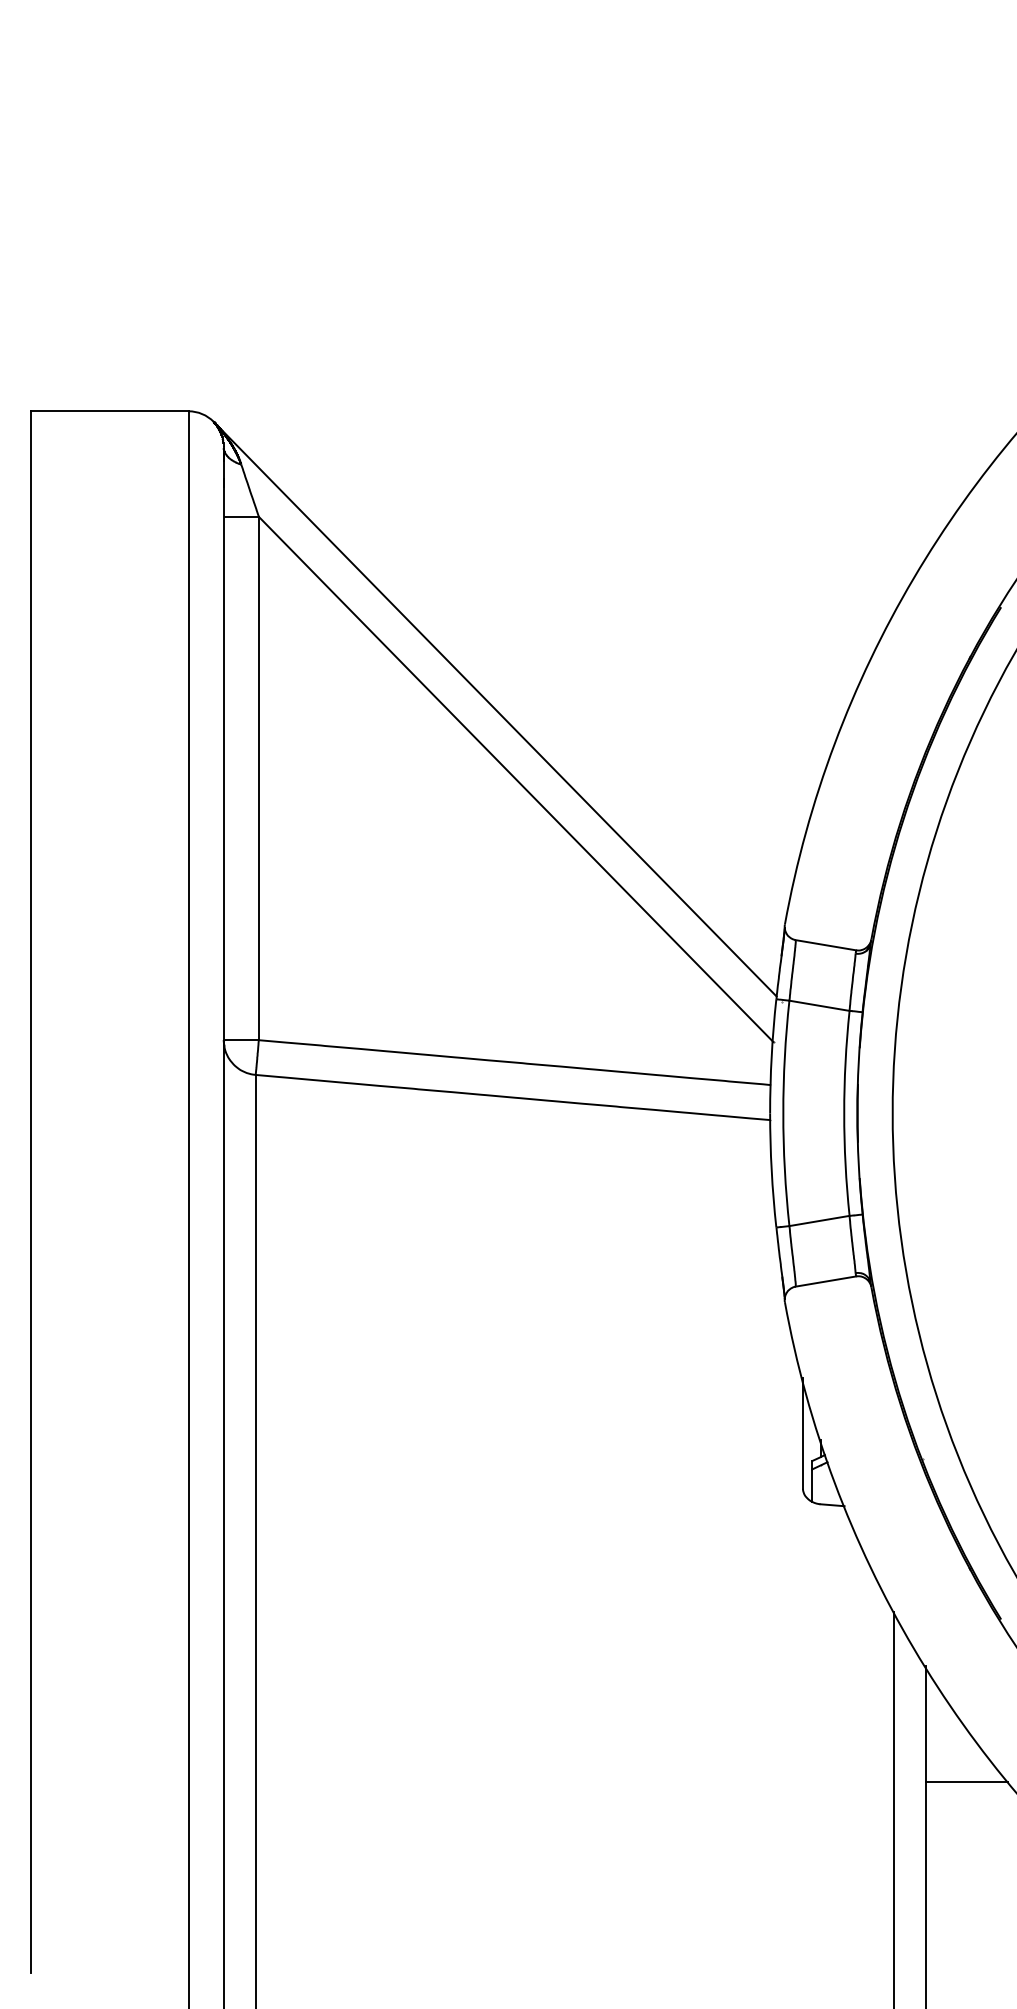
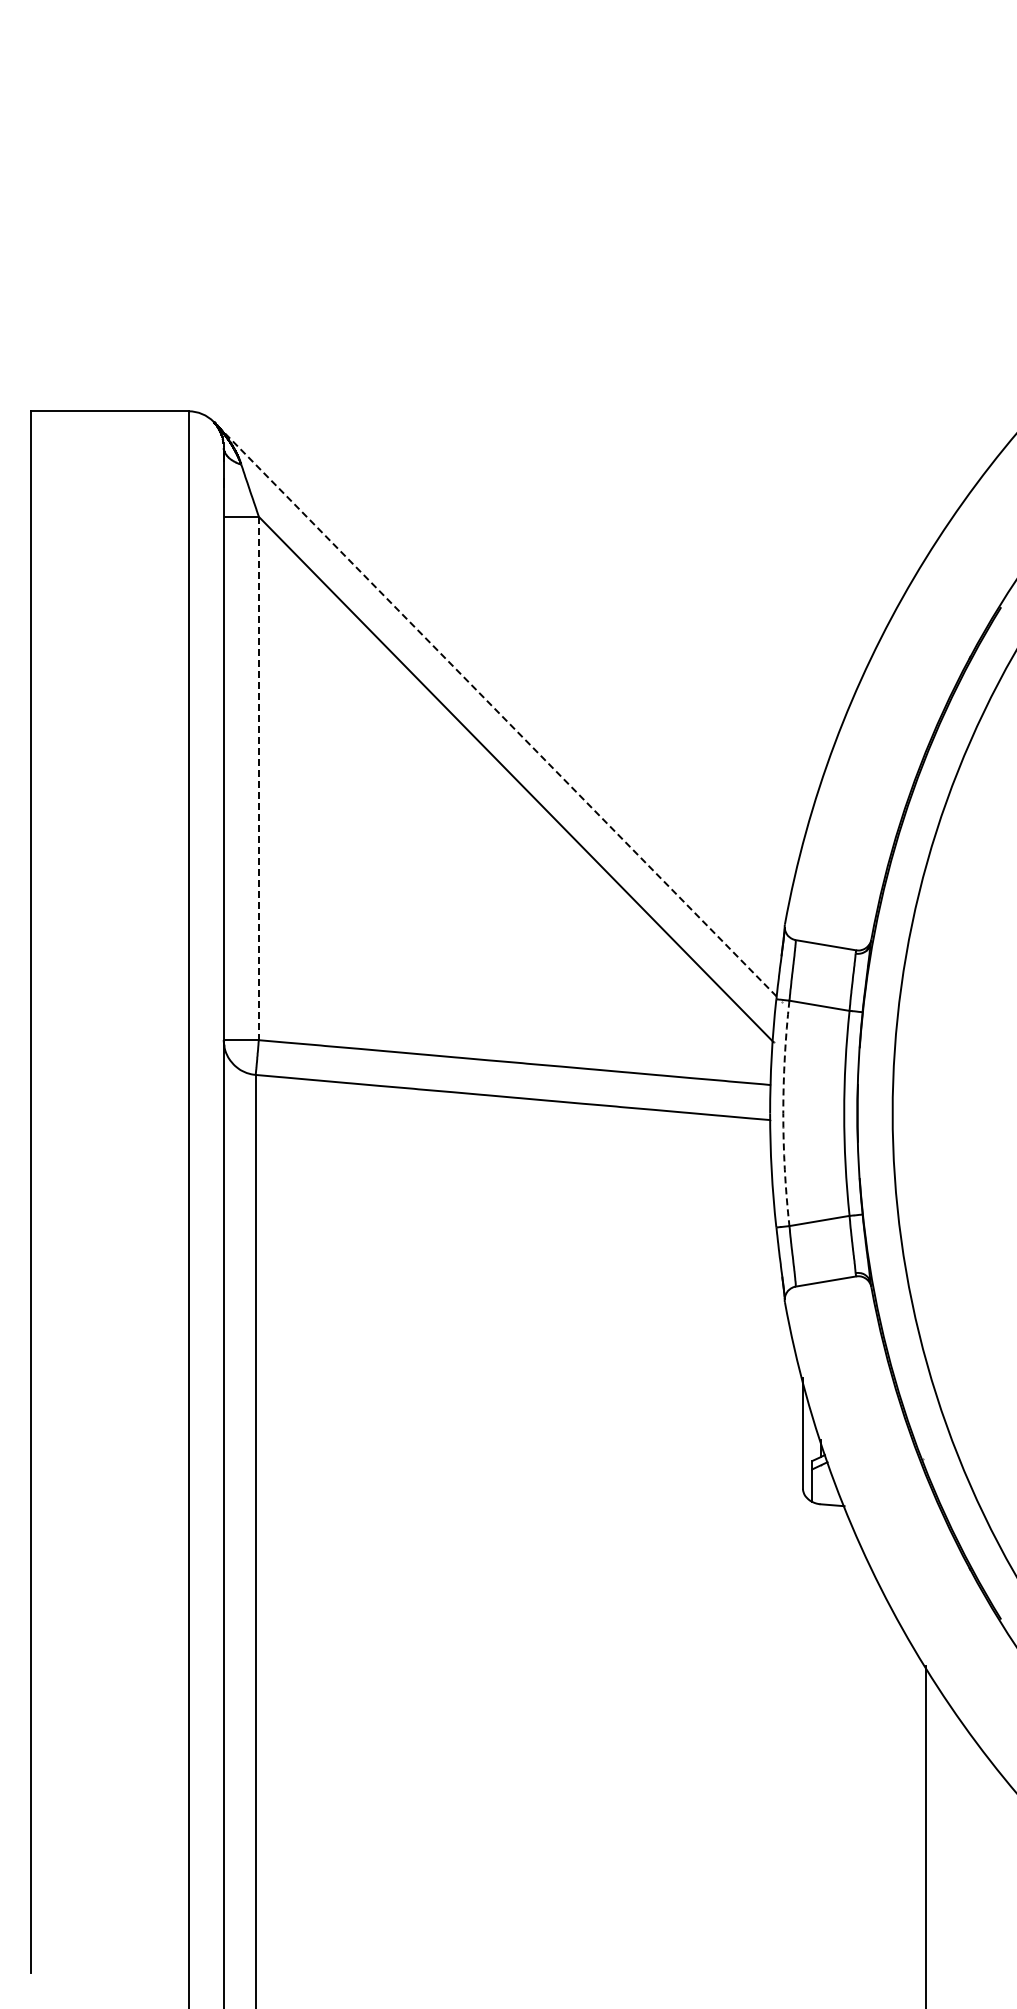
line at (494, 708): solid -> dashed
line at (258, 778): solid -> dashed
arc at (783, 1113): solid -> dashed
line at (966, 1781): present -> none
line at (893, 1808): present -> none
